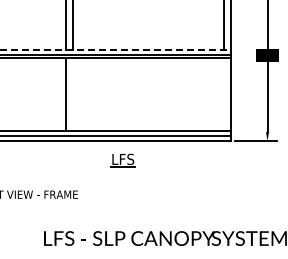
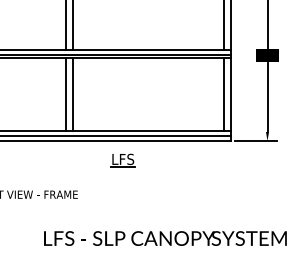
line at (115, 50): dashed -> solid
line at (73, 94): none -> present
line at (223, 94): none -> present
